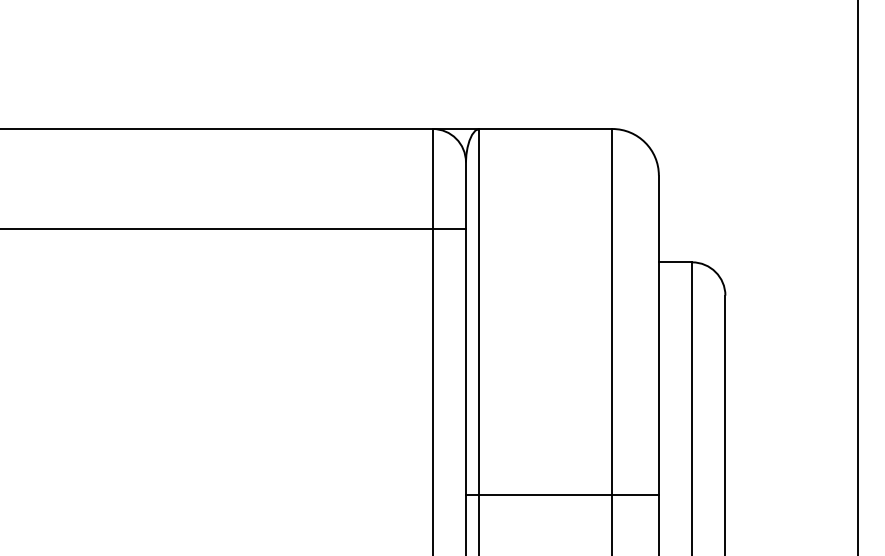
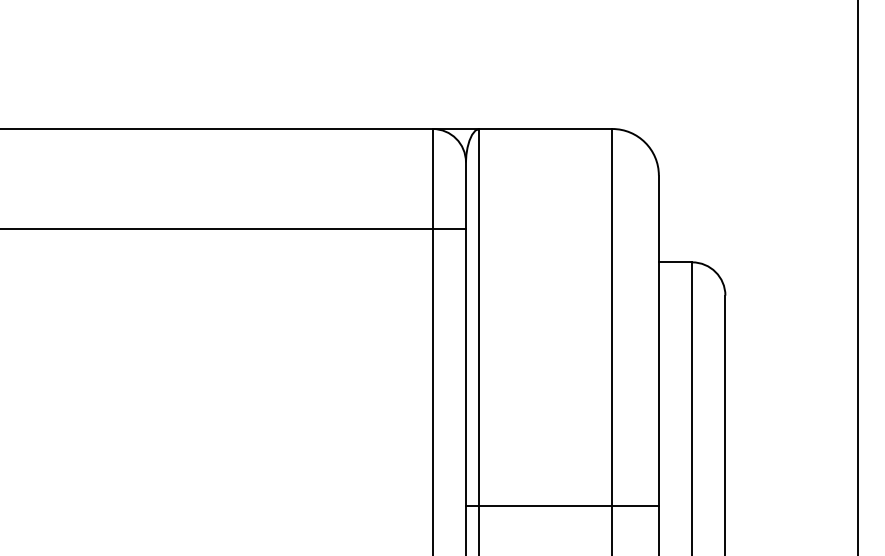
line at (561, 494) position: (561, 494) -> (561, 505)
